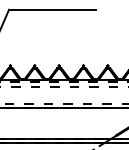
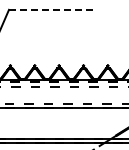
line at (52, 9): solid -> dashed
